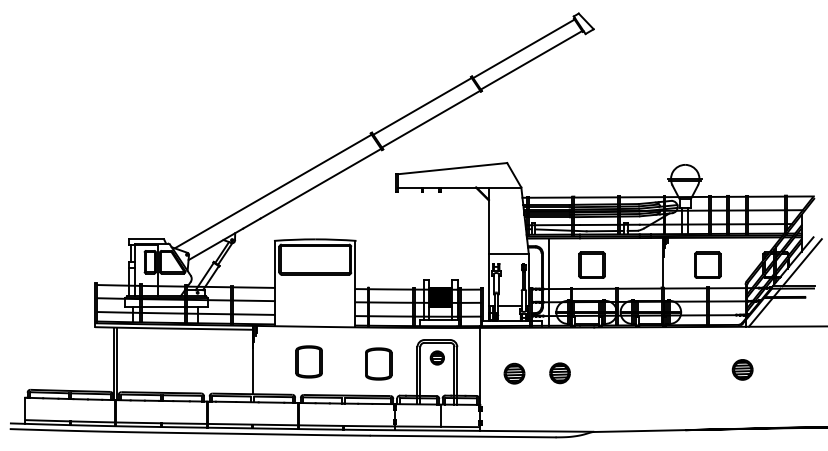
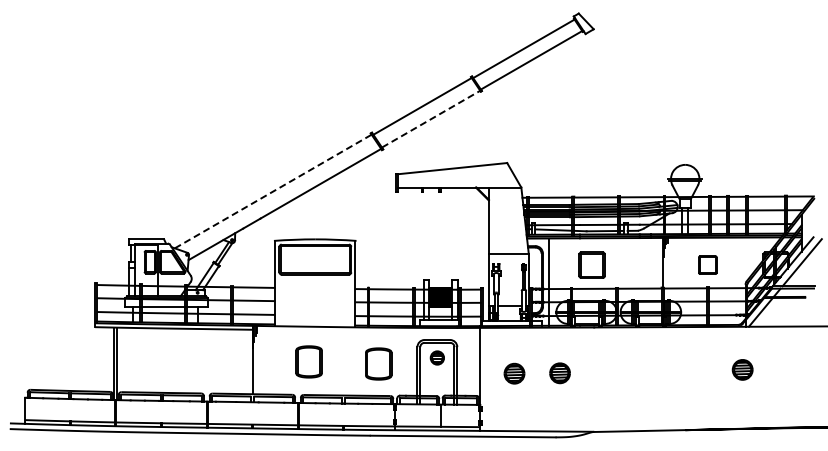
line at (431, 119): solid -> dashed
line at (273, 191): solid -> dashed
part at (707, 264) size: 28x28 px -> 20x20 px
